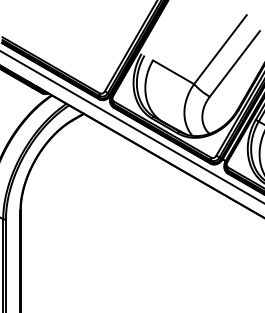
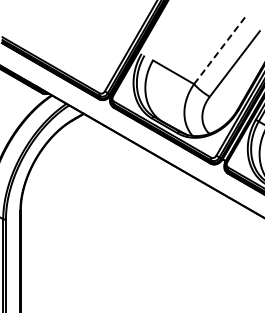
line at (220, 49): solid -> dashed
line at (131, 126): present -> none
